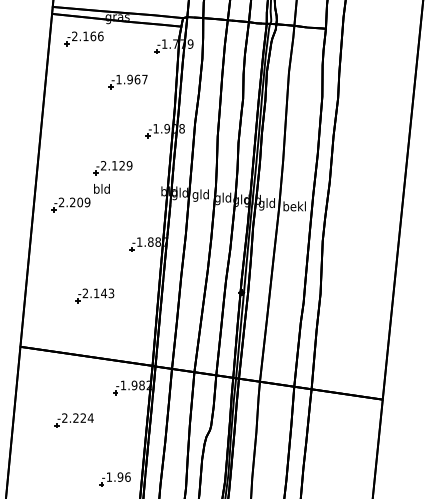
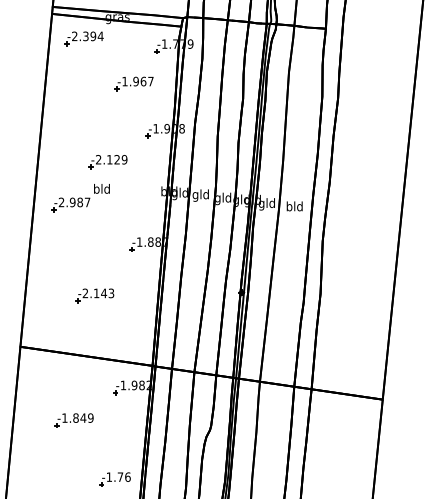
text at (93, 36): -2.166 -> -2.394
part at (127, 81) position: (127, 81) -> (133, 83)
part at (112, 168) position: (112, 168) -> (107, 162)
text at (79, 202): -2.209 -> -2.987
text at (294, 206): bekl -> bld
text at (77, 417): -2.224 -> -1.849
text at (120, 476): -1.96 -> -1.76
